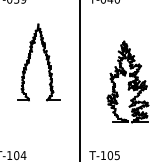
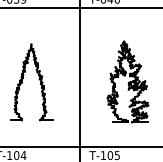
line at (80, 8): none -> present
part at (45, 59) position: (45, 59) -> (38, 79)
line at (80, 146): none -> present
